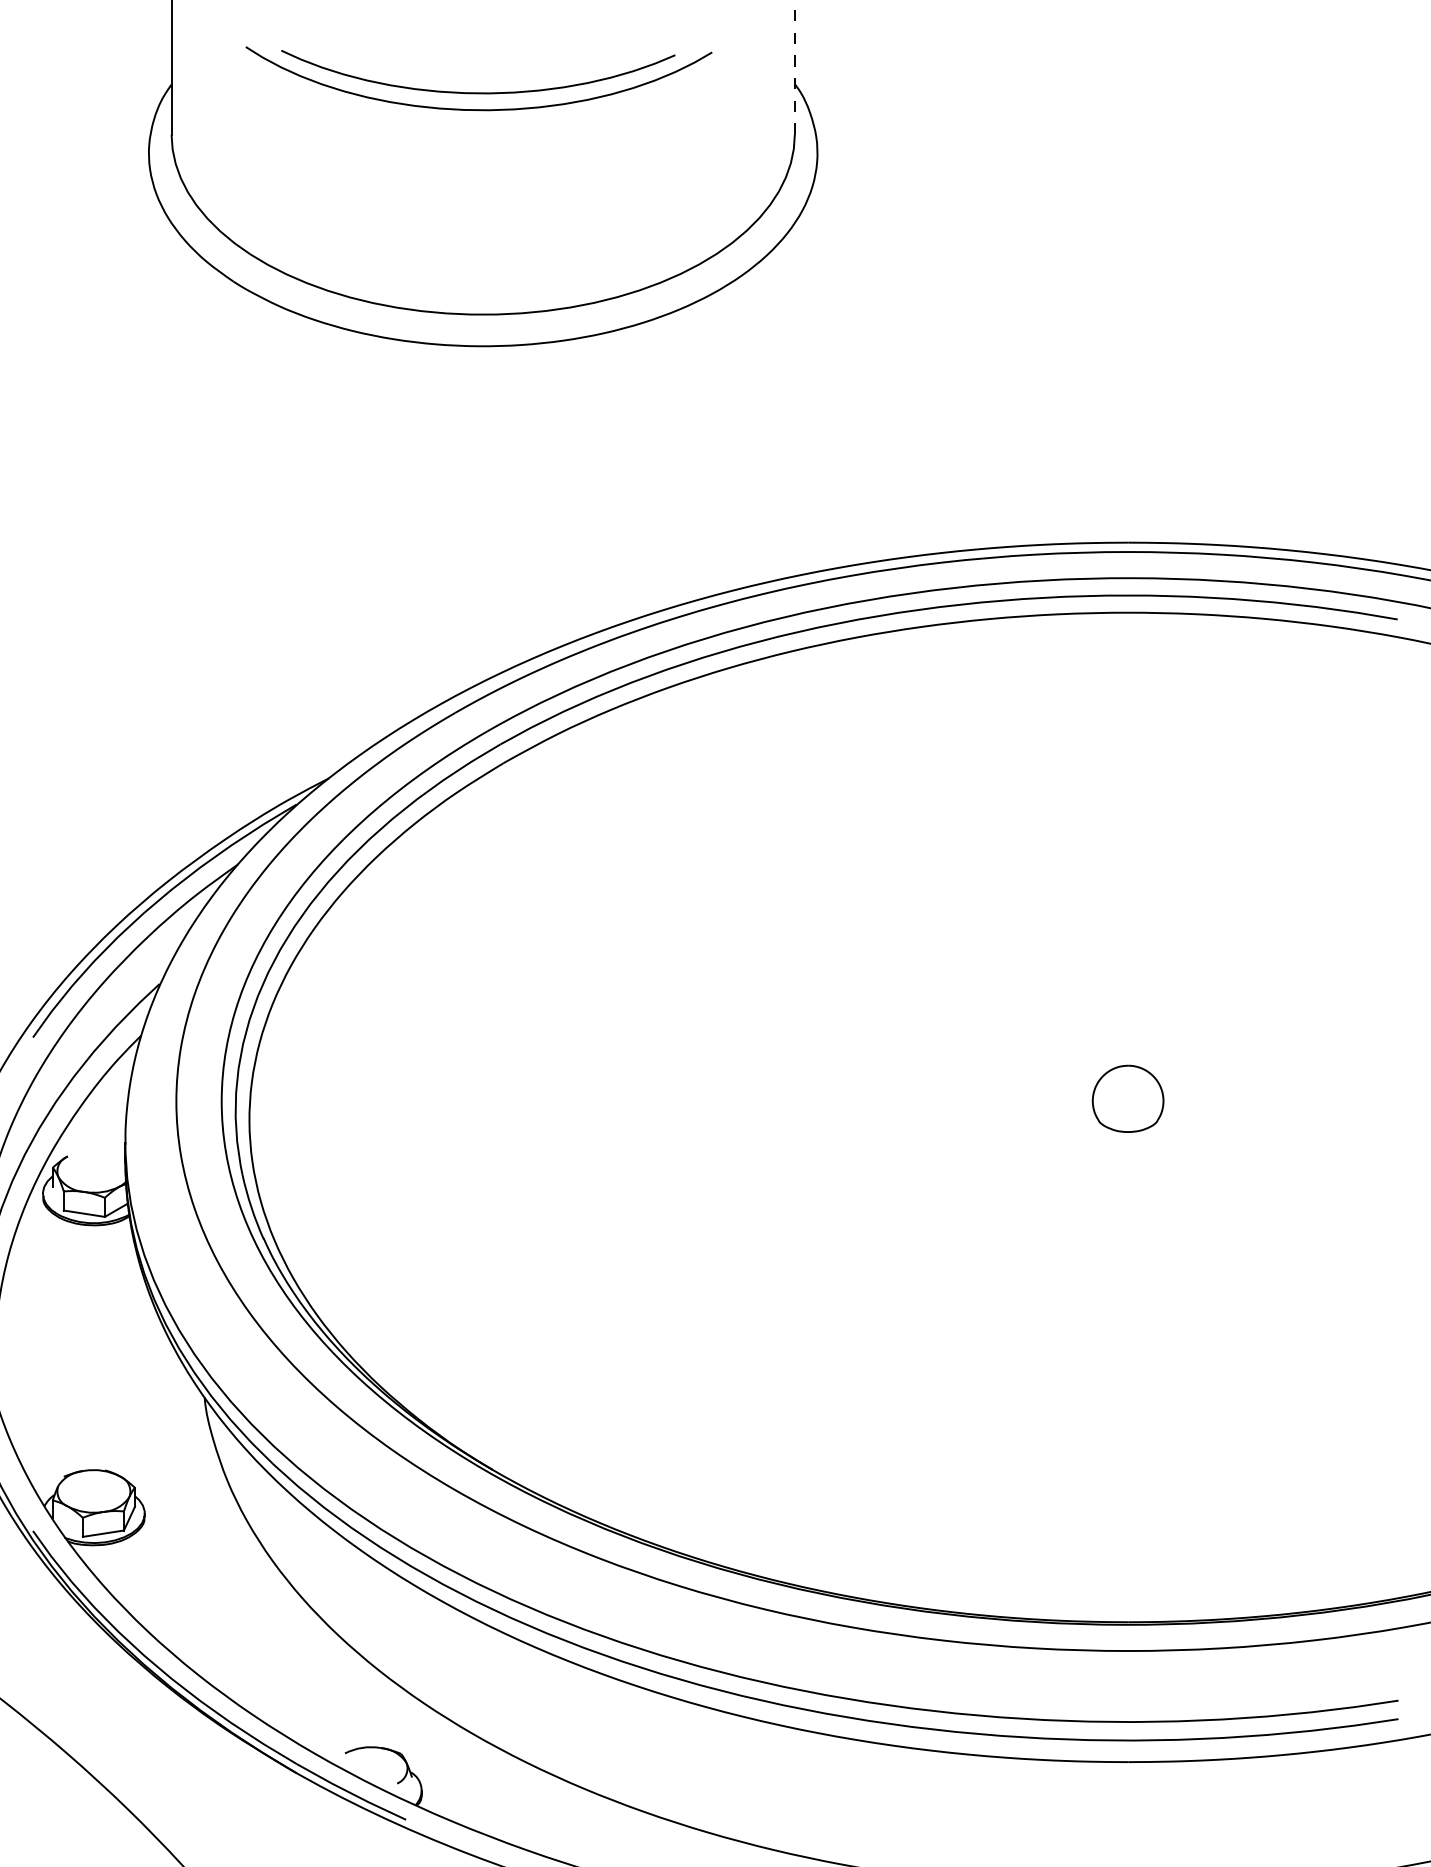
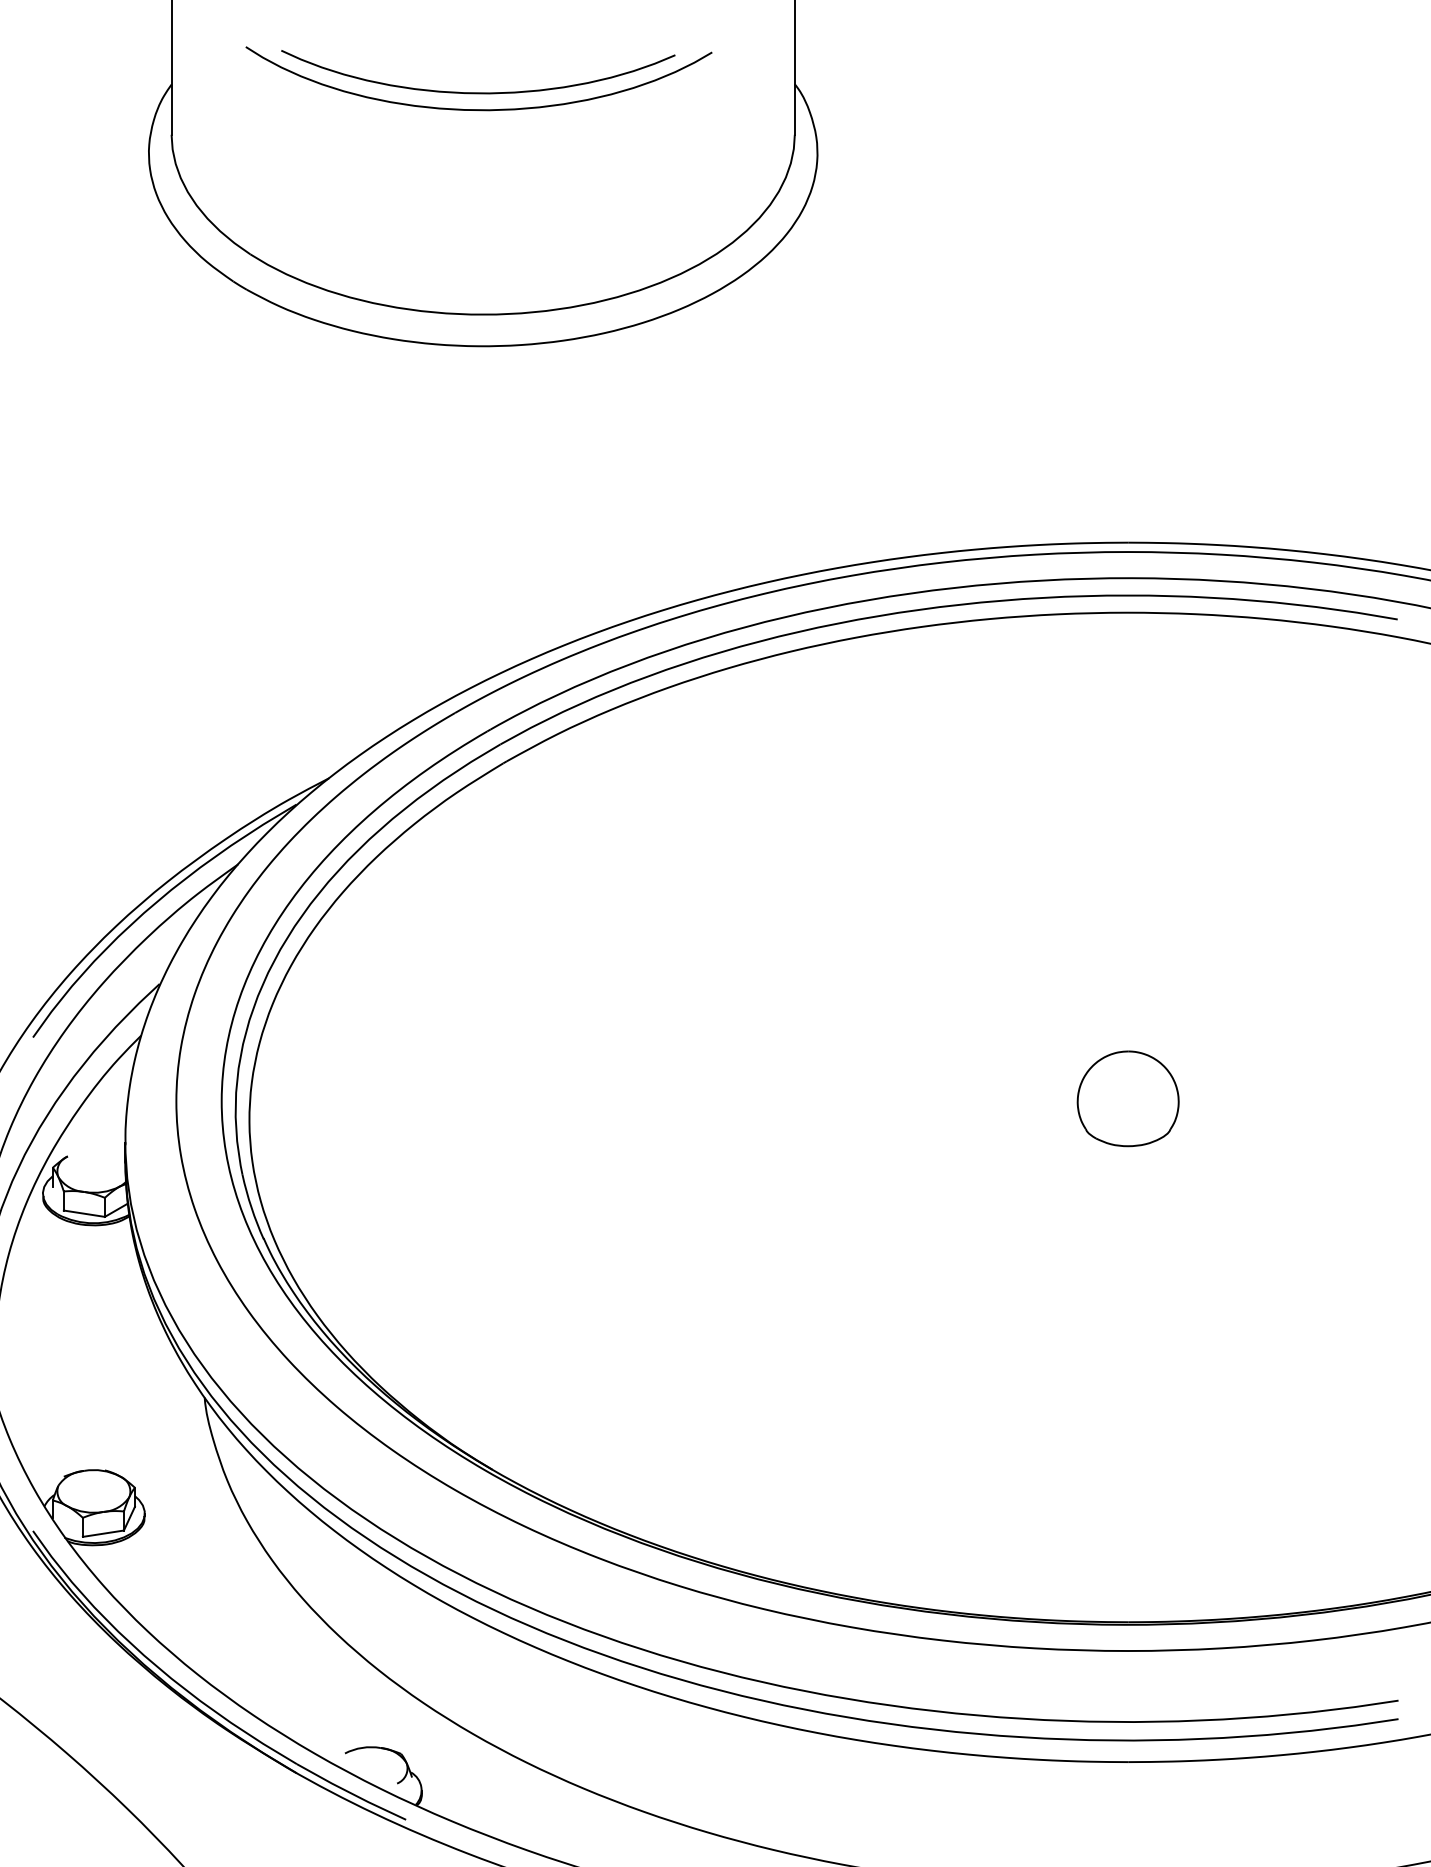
line at (794, 67): dashed -> solid
part at (1127, 1098) size: 74x69 px -> 104x98 px
